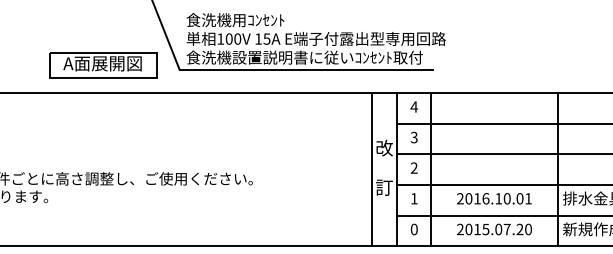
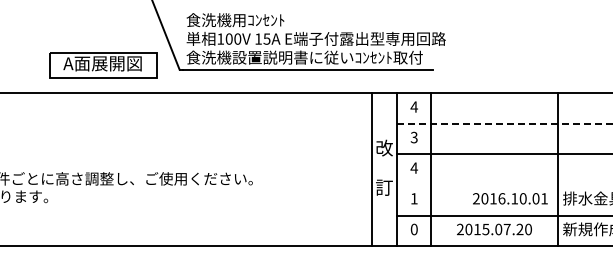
line at (505, 123): solid -> dashed
text at (413, 167): 2 -> 4
line at (503, 184): present -> none
text at (494, 198) position: (494, 198) -> (510, 198)
